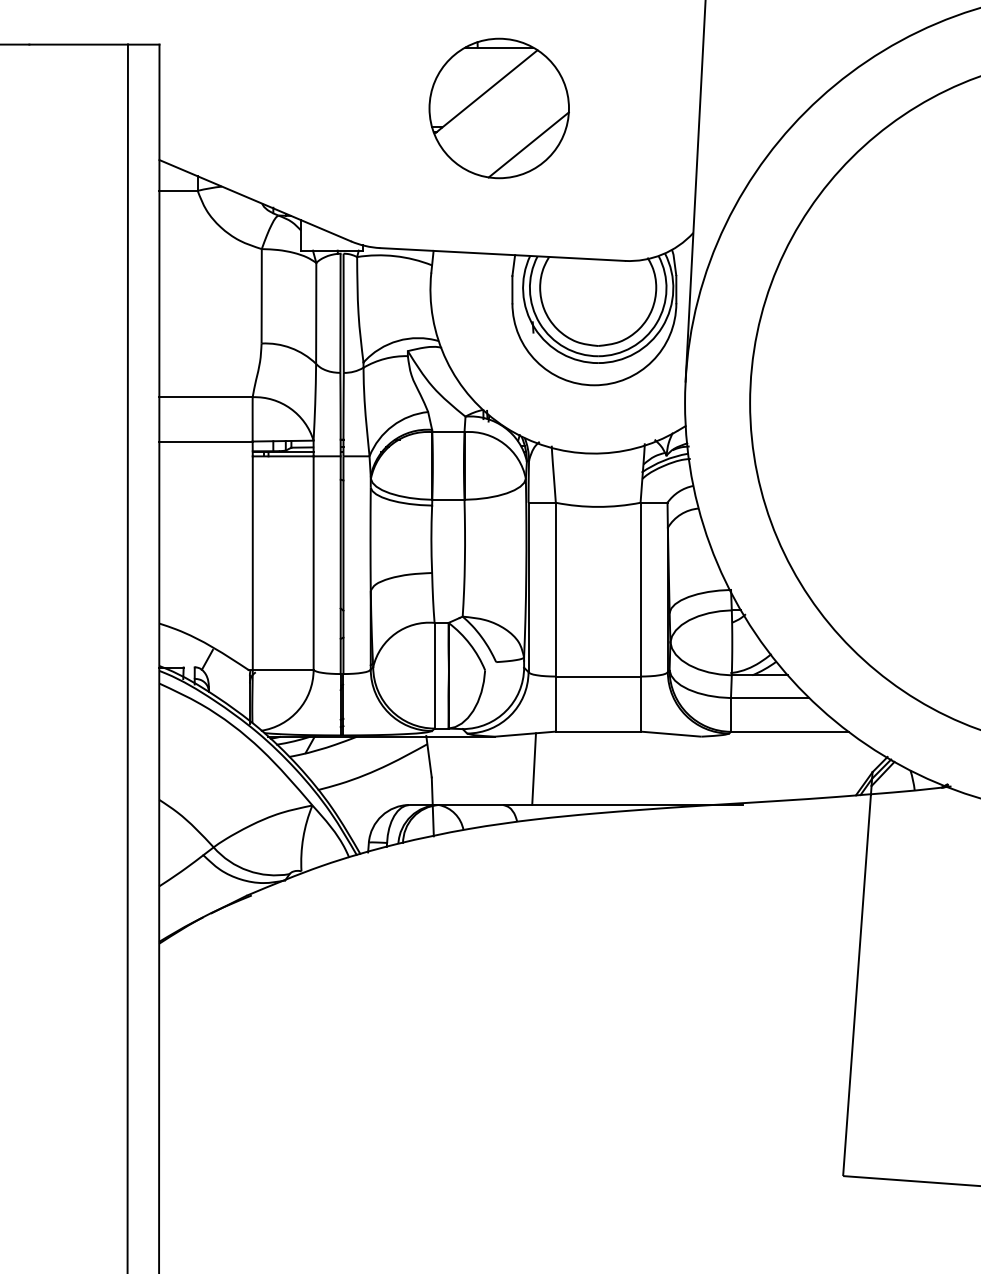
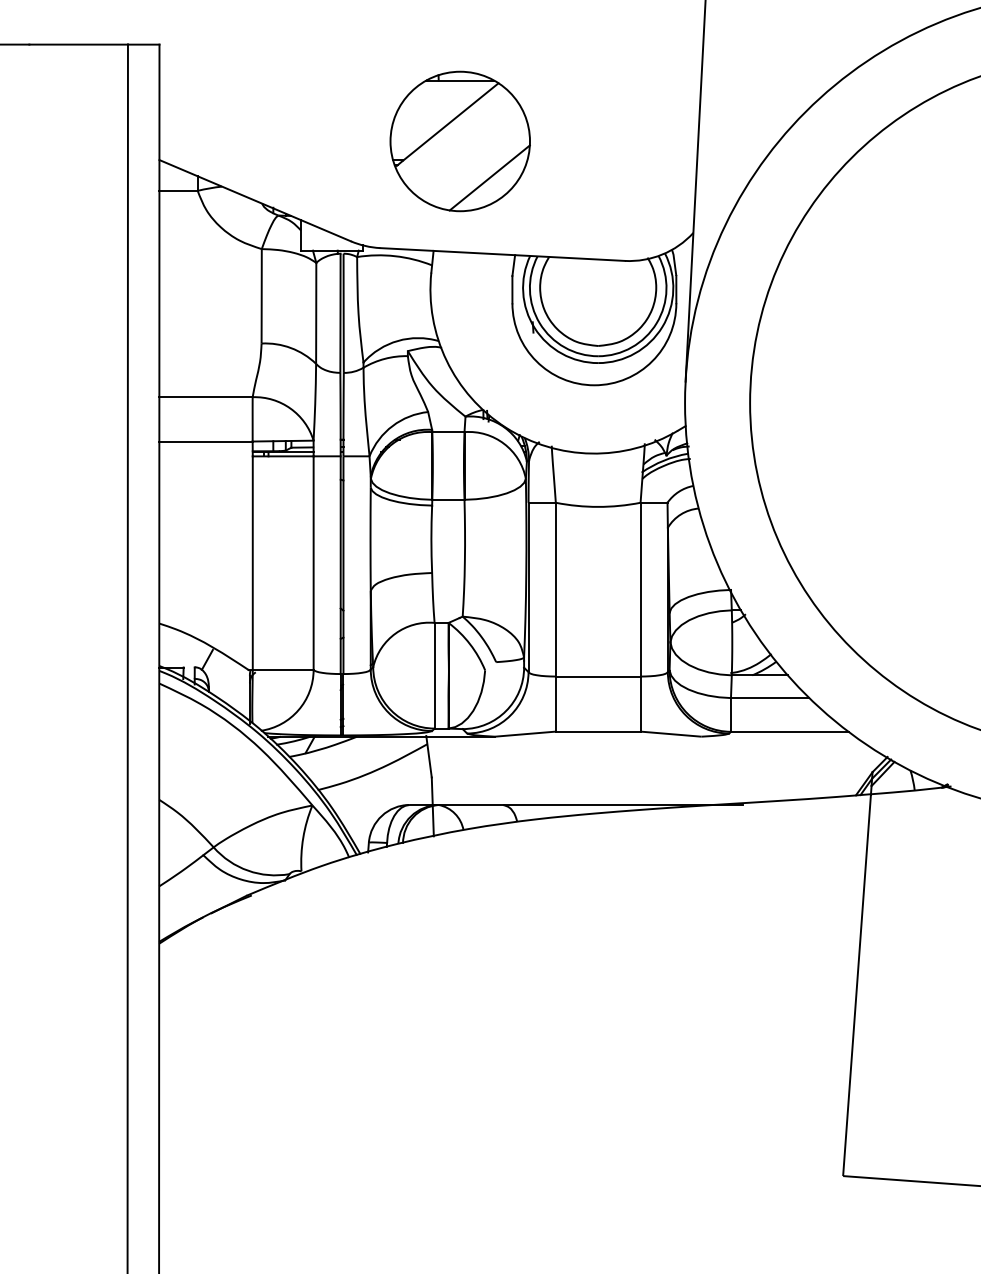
part at (498, 108) position: (498, 108) -> (459, 141)
line at (534, 768): present -> none
